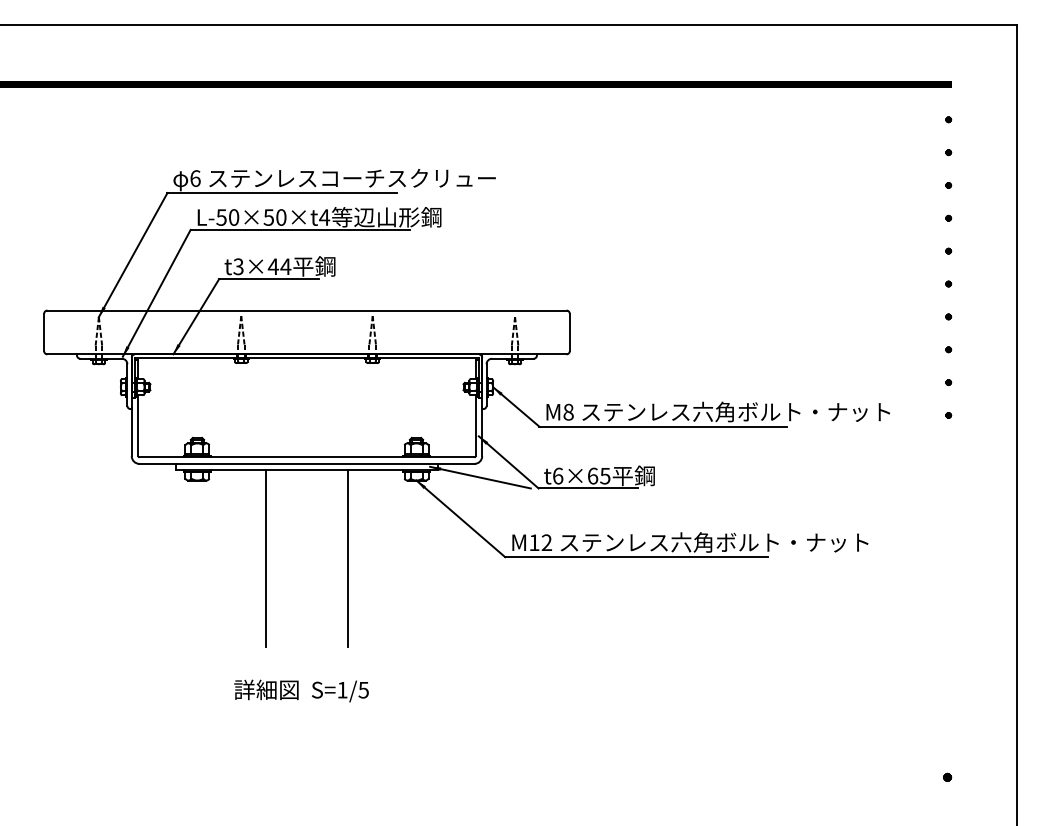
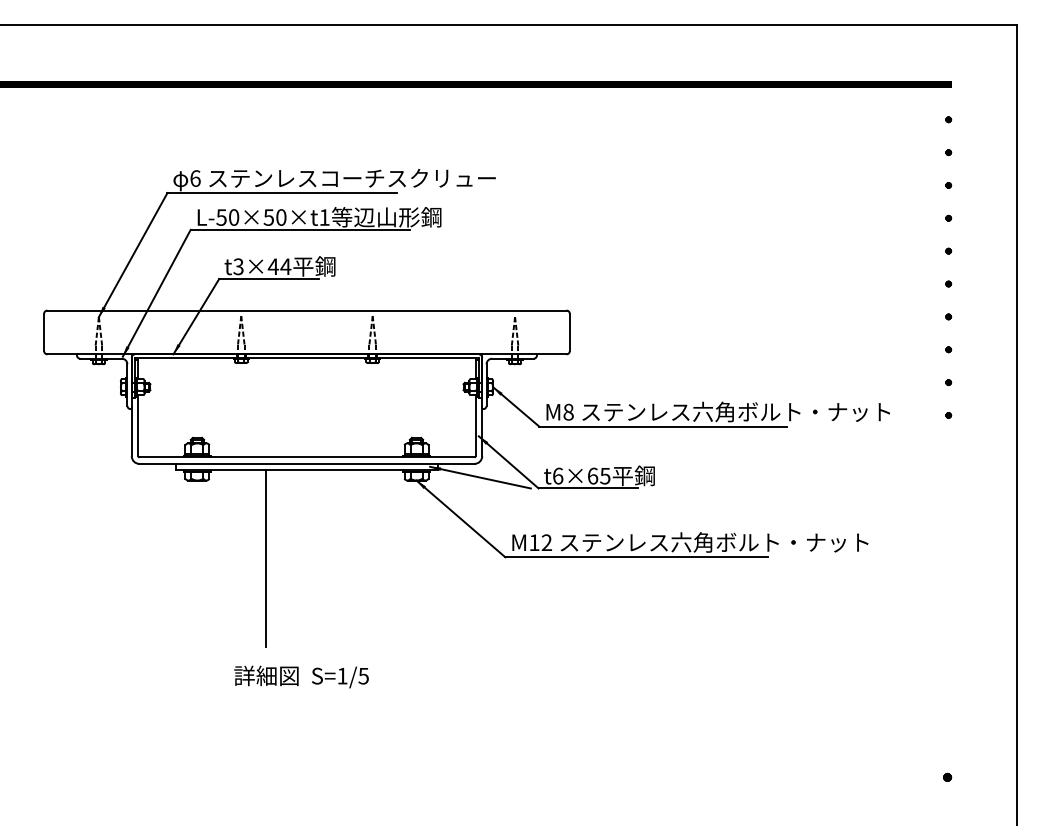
text at (324, 217): L-50×50×t4 -> L-50×50×t1
line at (348, 558): present -> none
text at (301, 690) position: (301, 690) -> (301, 676)
